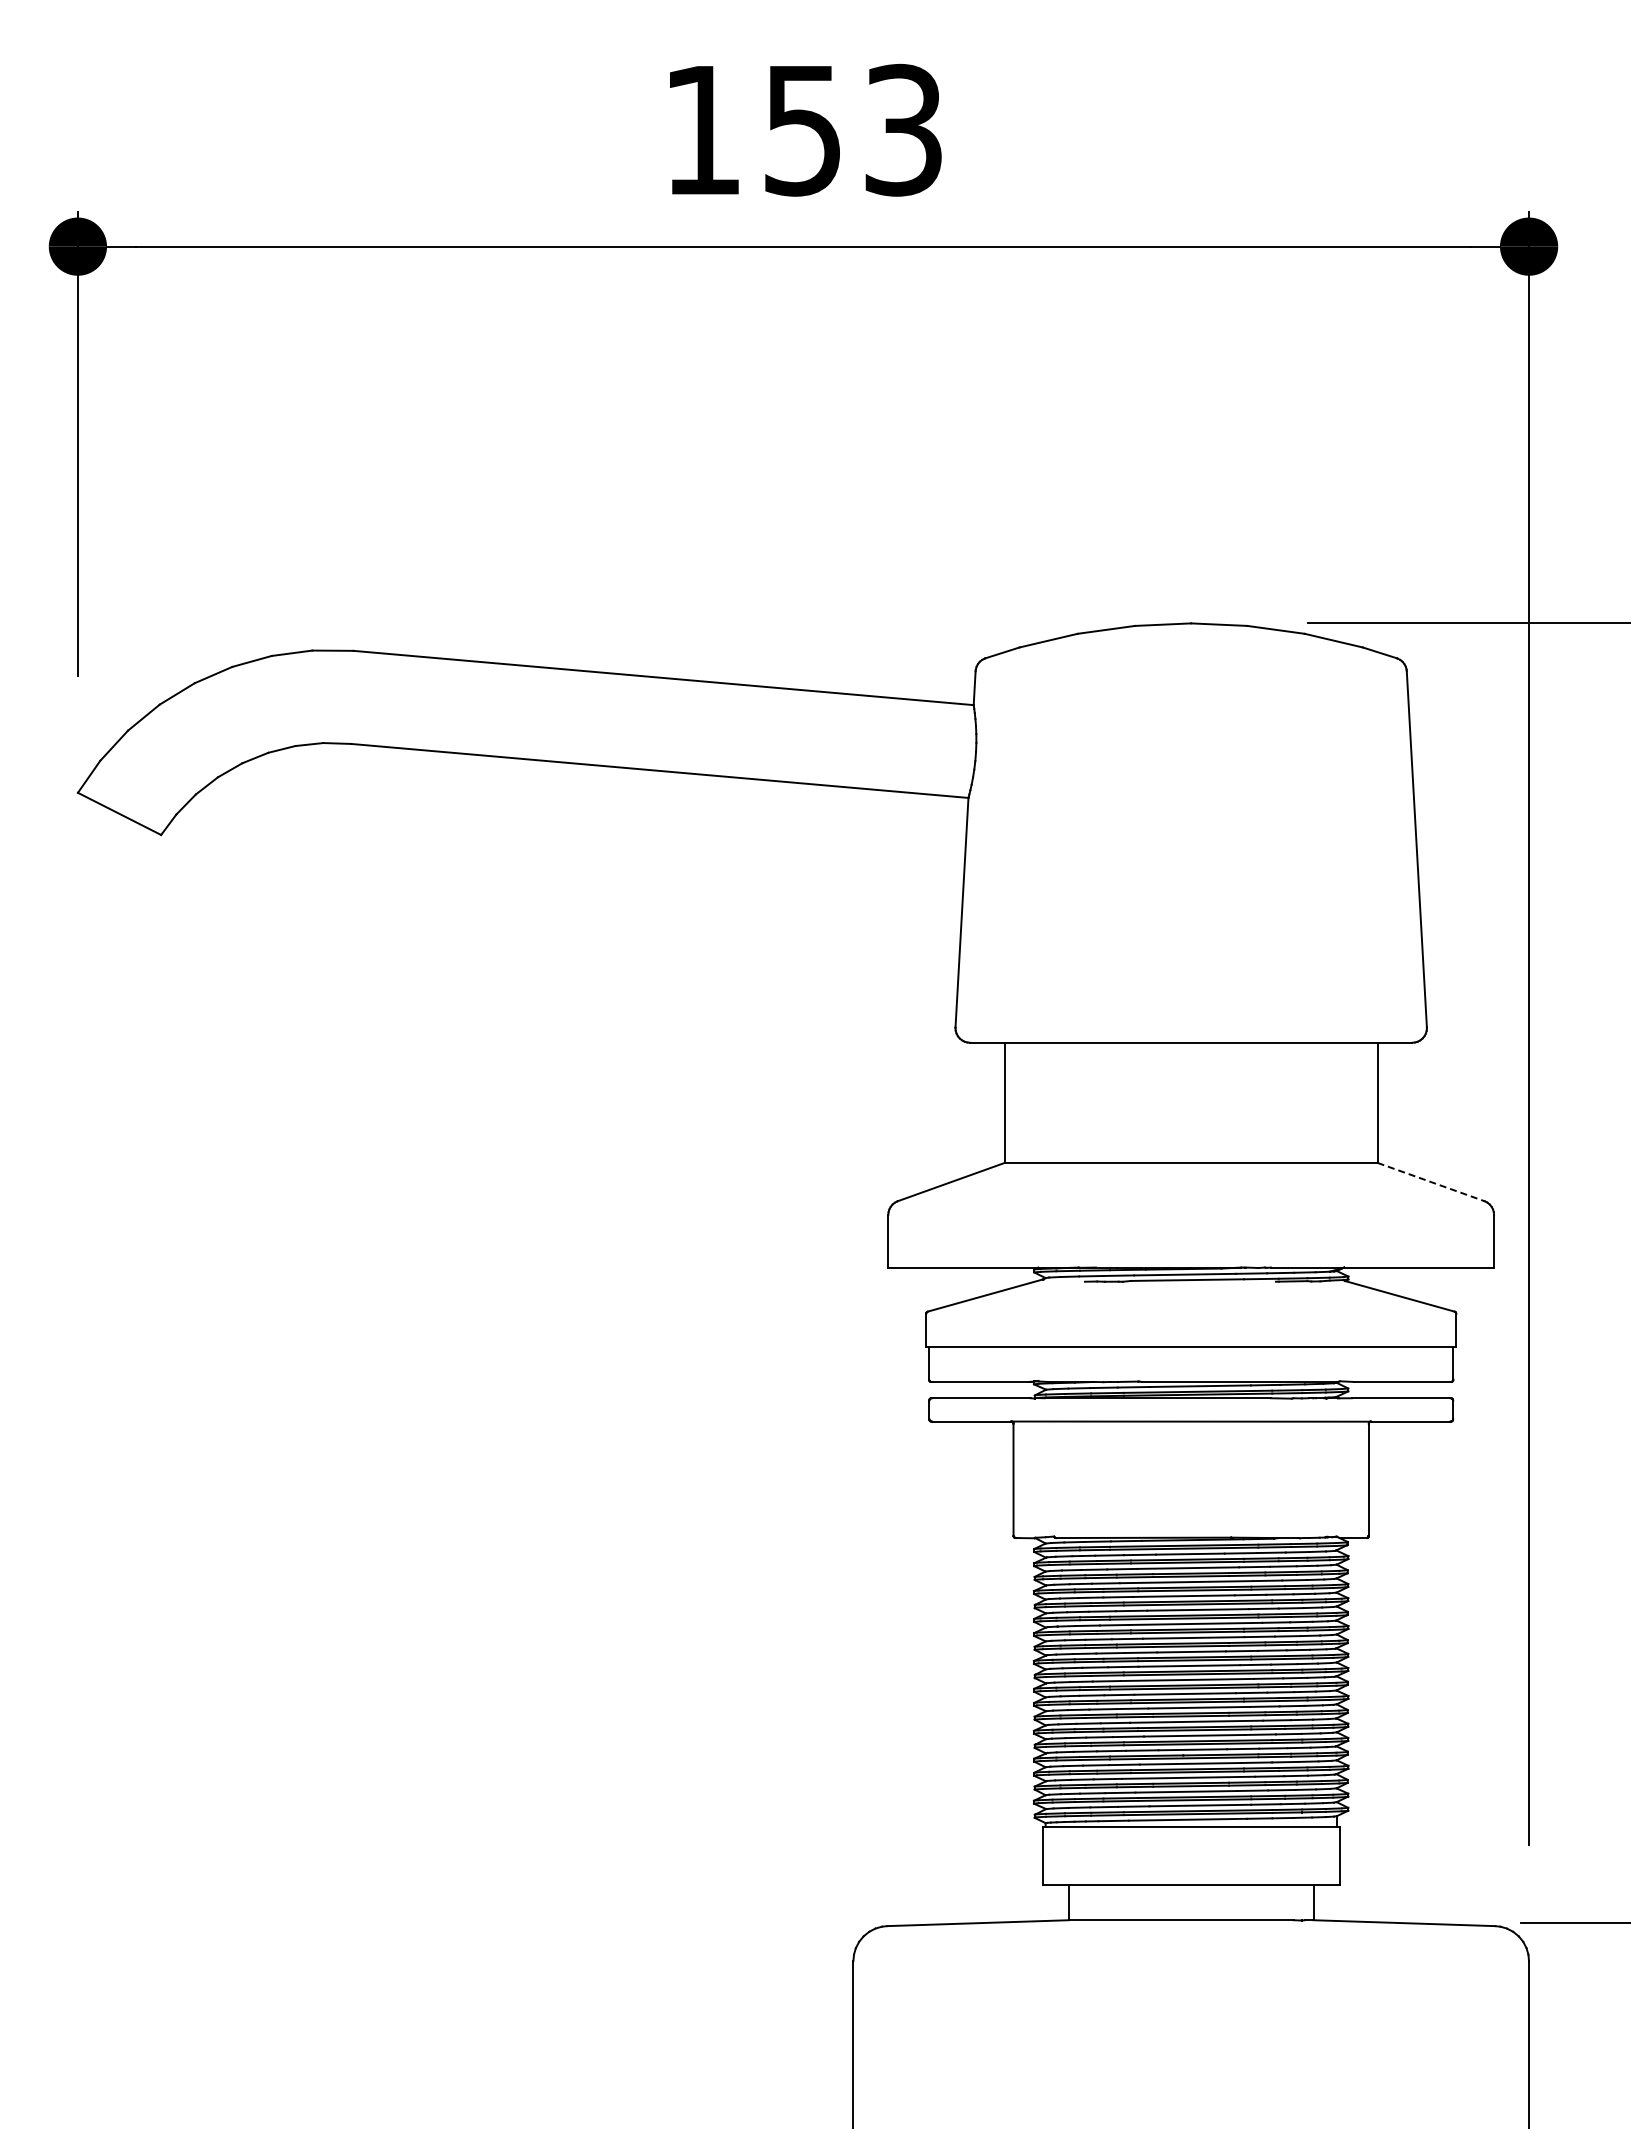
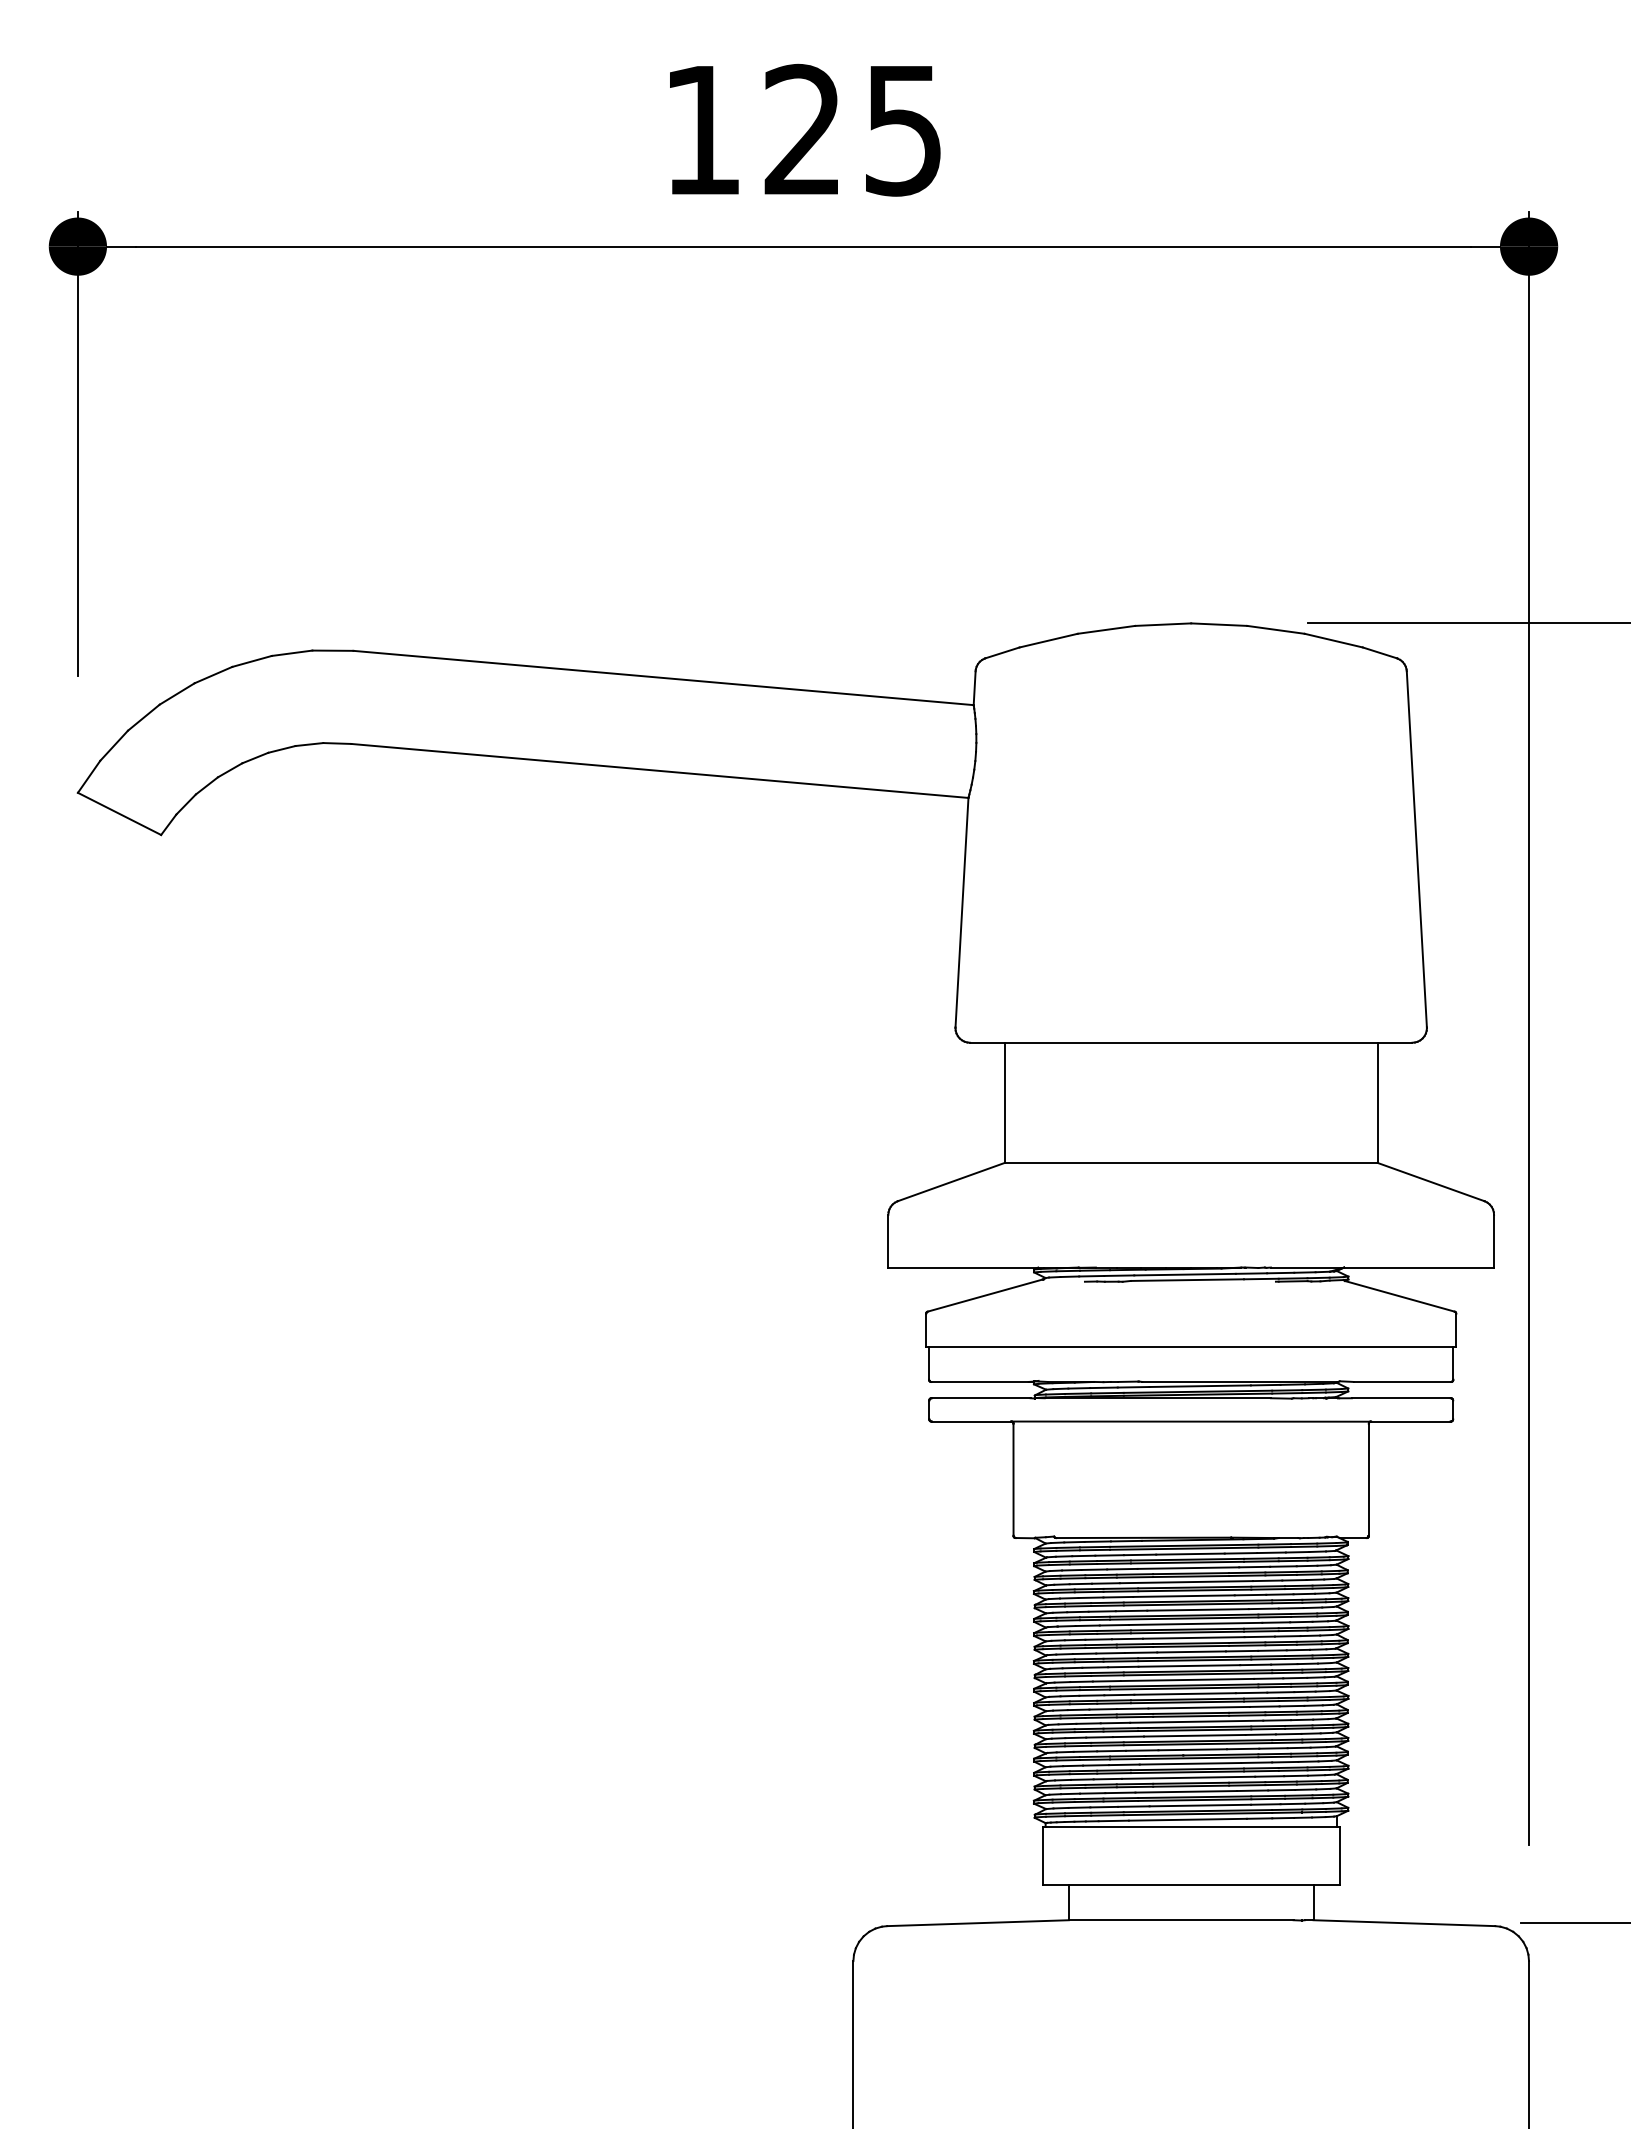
text at (852, 129): 153 -> 125
line at (1430, 1182): dashed -> solid
